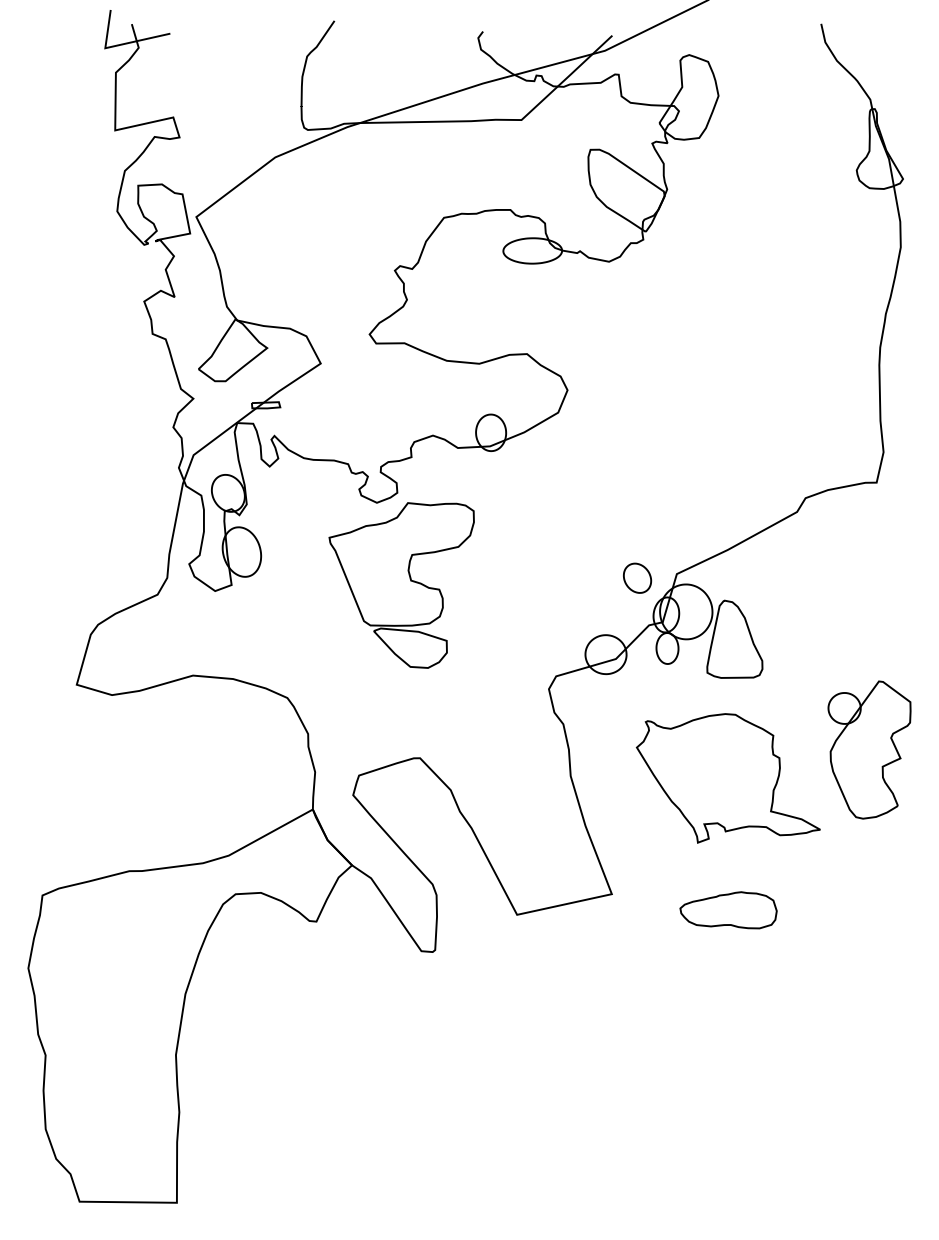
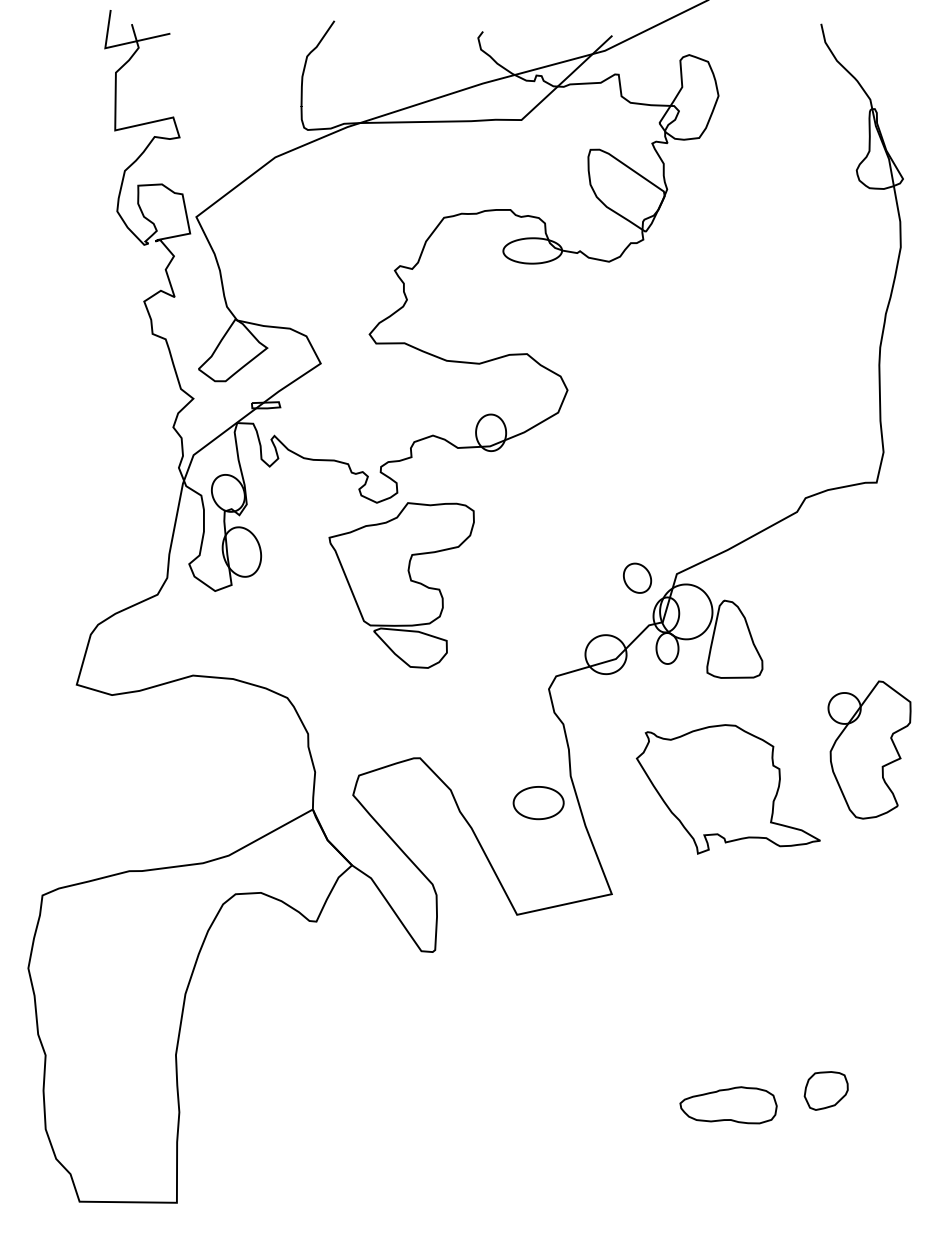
part at (727, 778) position: (727, 778) -> (727, 789)
part at (538, 803): none -> present
part at (728, 910) position: (728, 910) -> (728, 1105)
part at (825, 1090): none -> present
